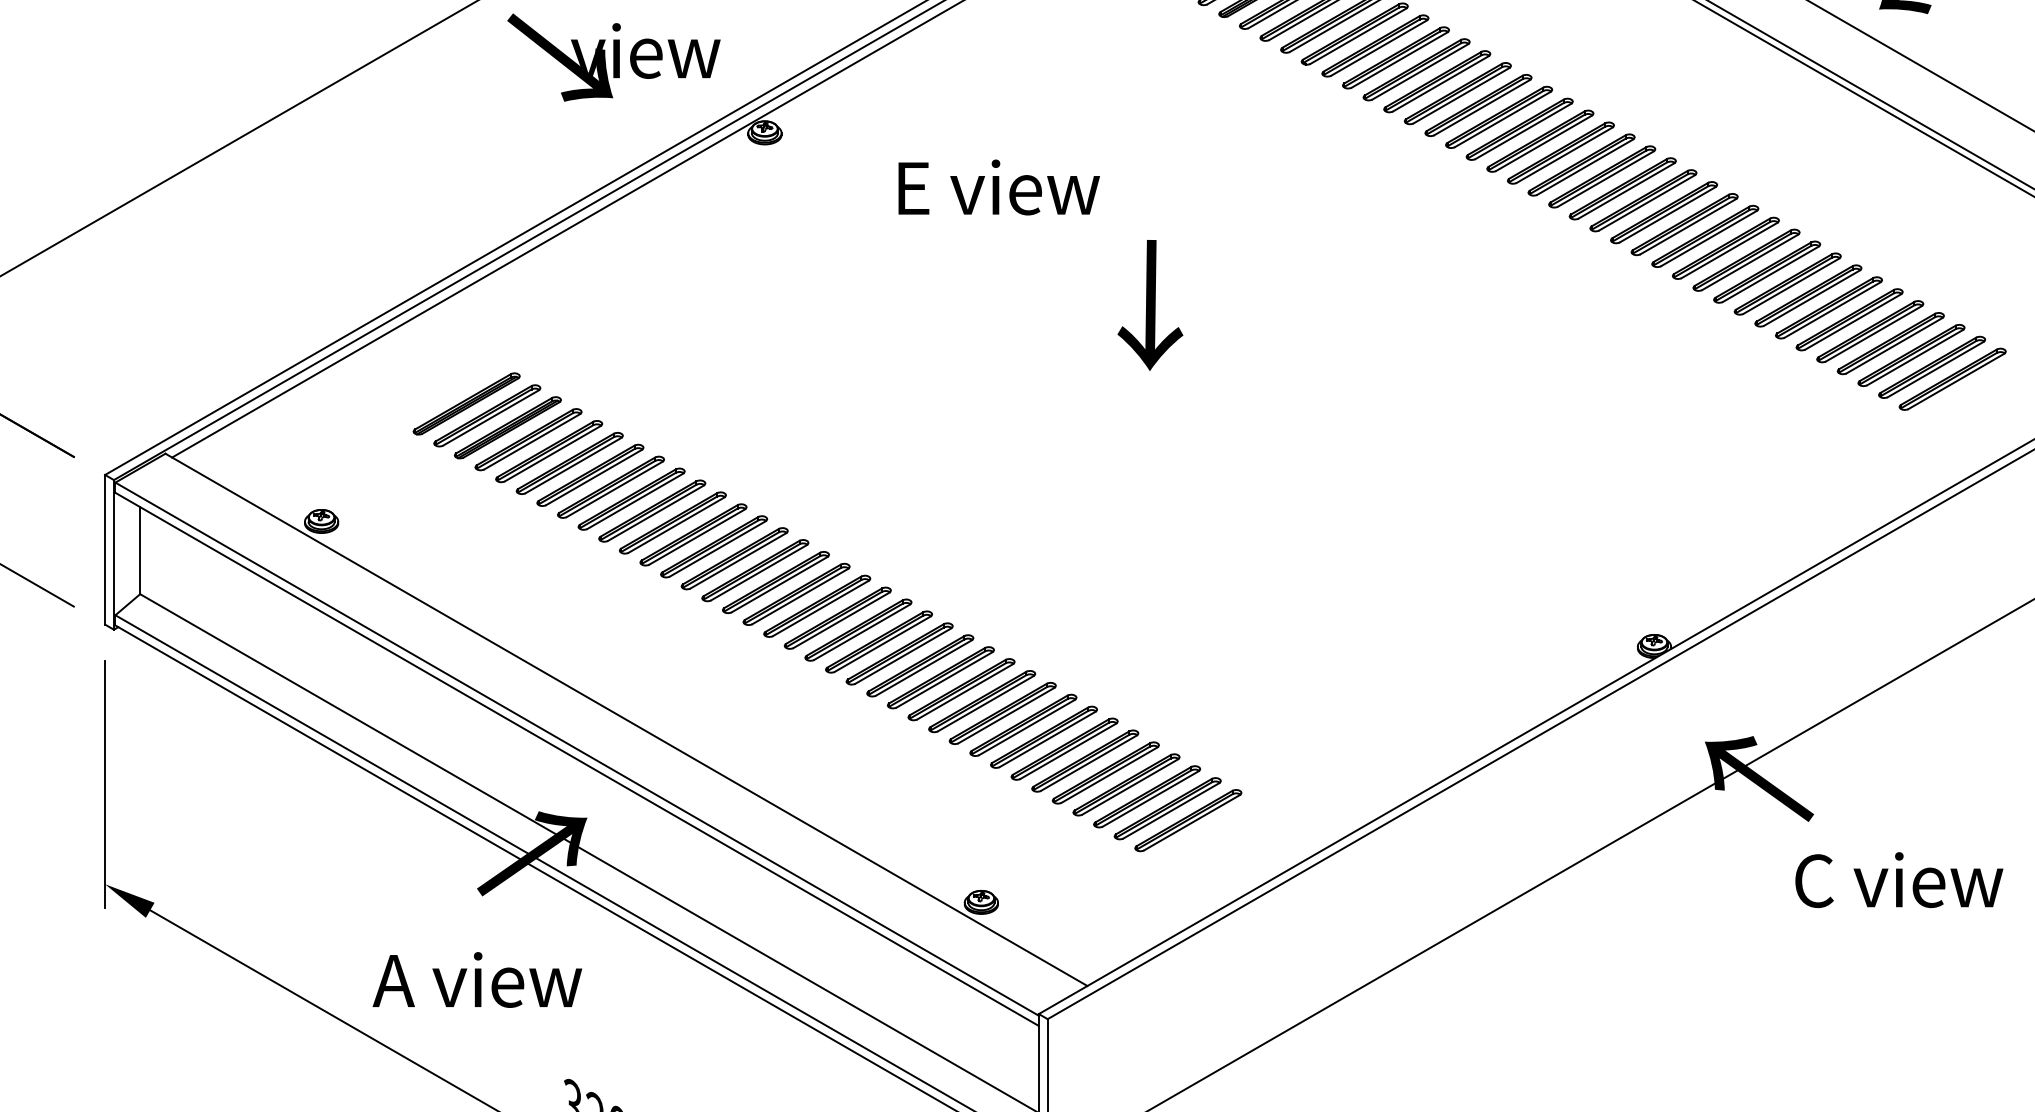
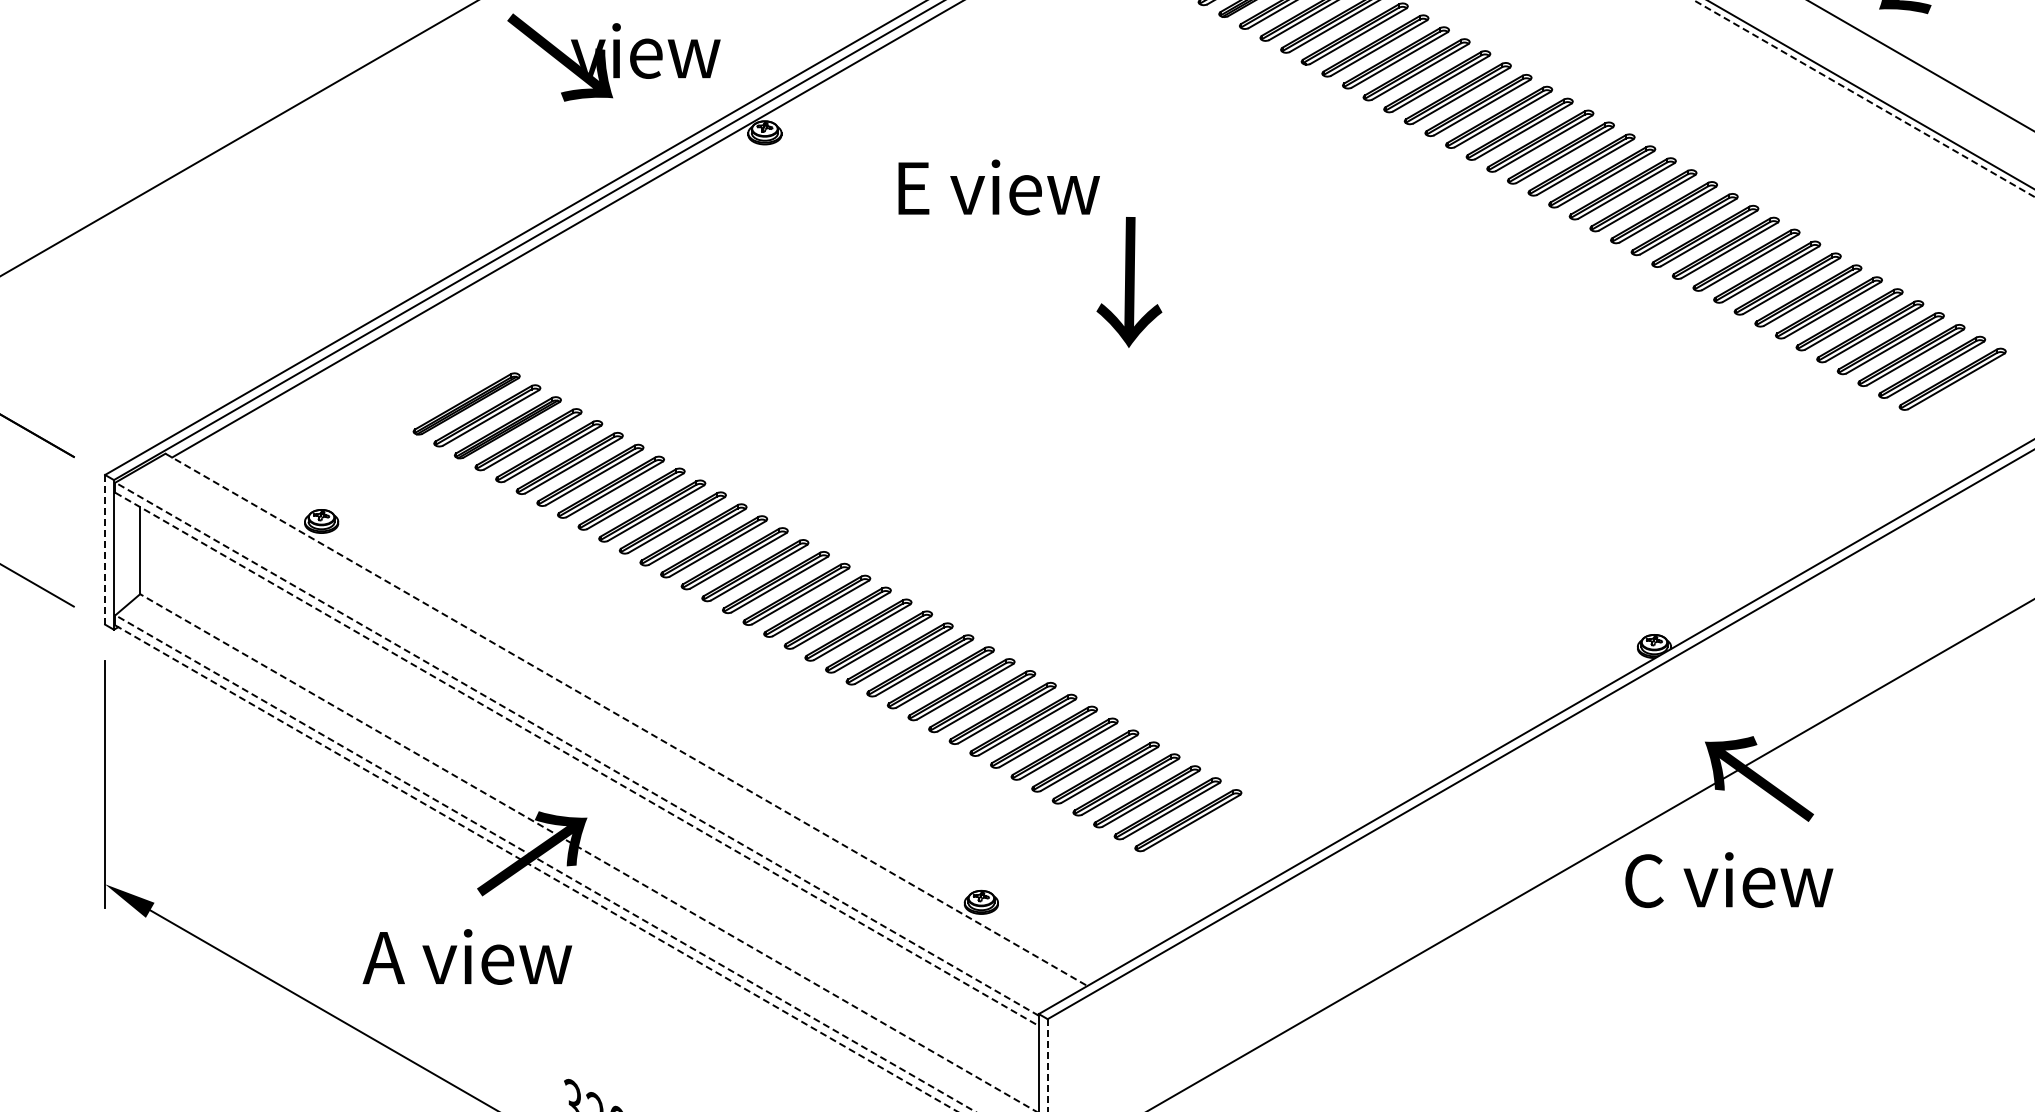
line at (1864, 98): solid -> dashed
text at (1150, 305) position: (1150, 305) -> (1129, 282)
line at (105, 549): solid -> dashed
line at (626, 720): solid -> dashed
line at (576, 748): solid -> dashed
line at (577, 759): solid -> dashed
line at (587, 852): solid -> dashed
line at (545, 863): solid -> dashed
line at (536, 868): solid -> dashed
text at (1899, 879) position: (1899, 879) -> (1729, 879)
text at (477, 979) position: (477, 979) -> (467, 956)
line at (1047, 1066): solid -> dashed
